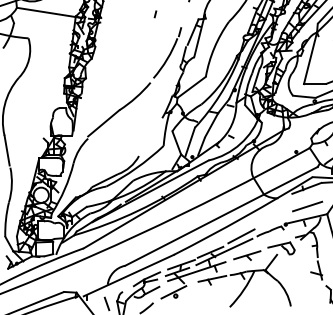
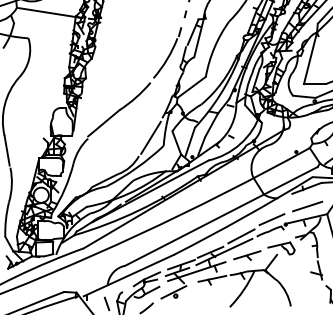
line at (155, 14) position: (155, 14) -> (185, 14)
line at (150, 137): none -> present
line at (271, 219): none -> present
